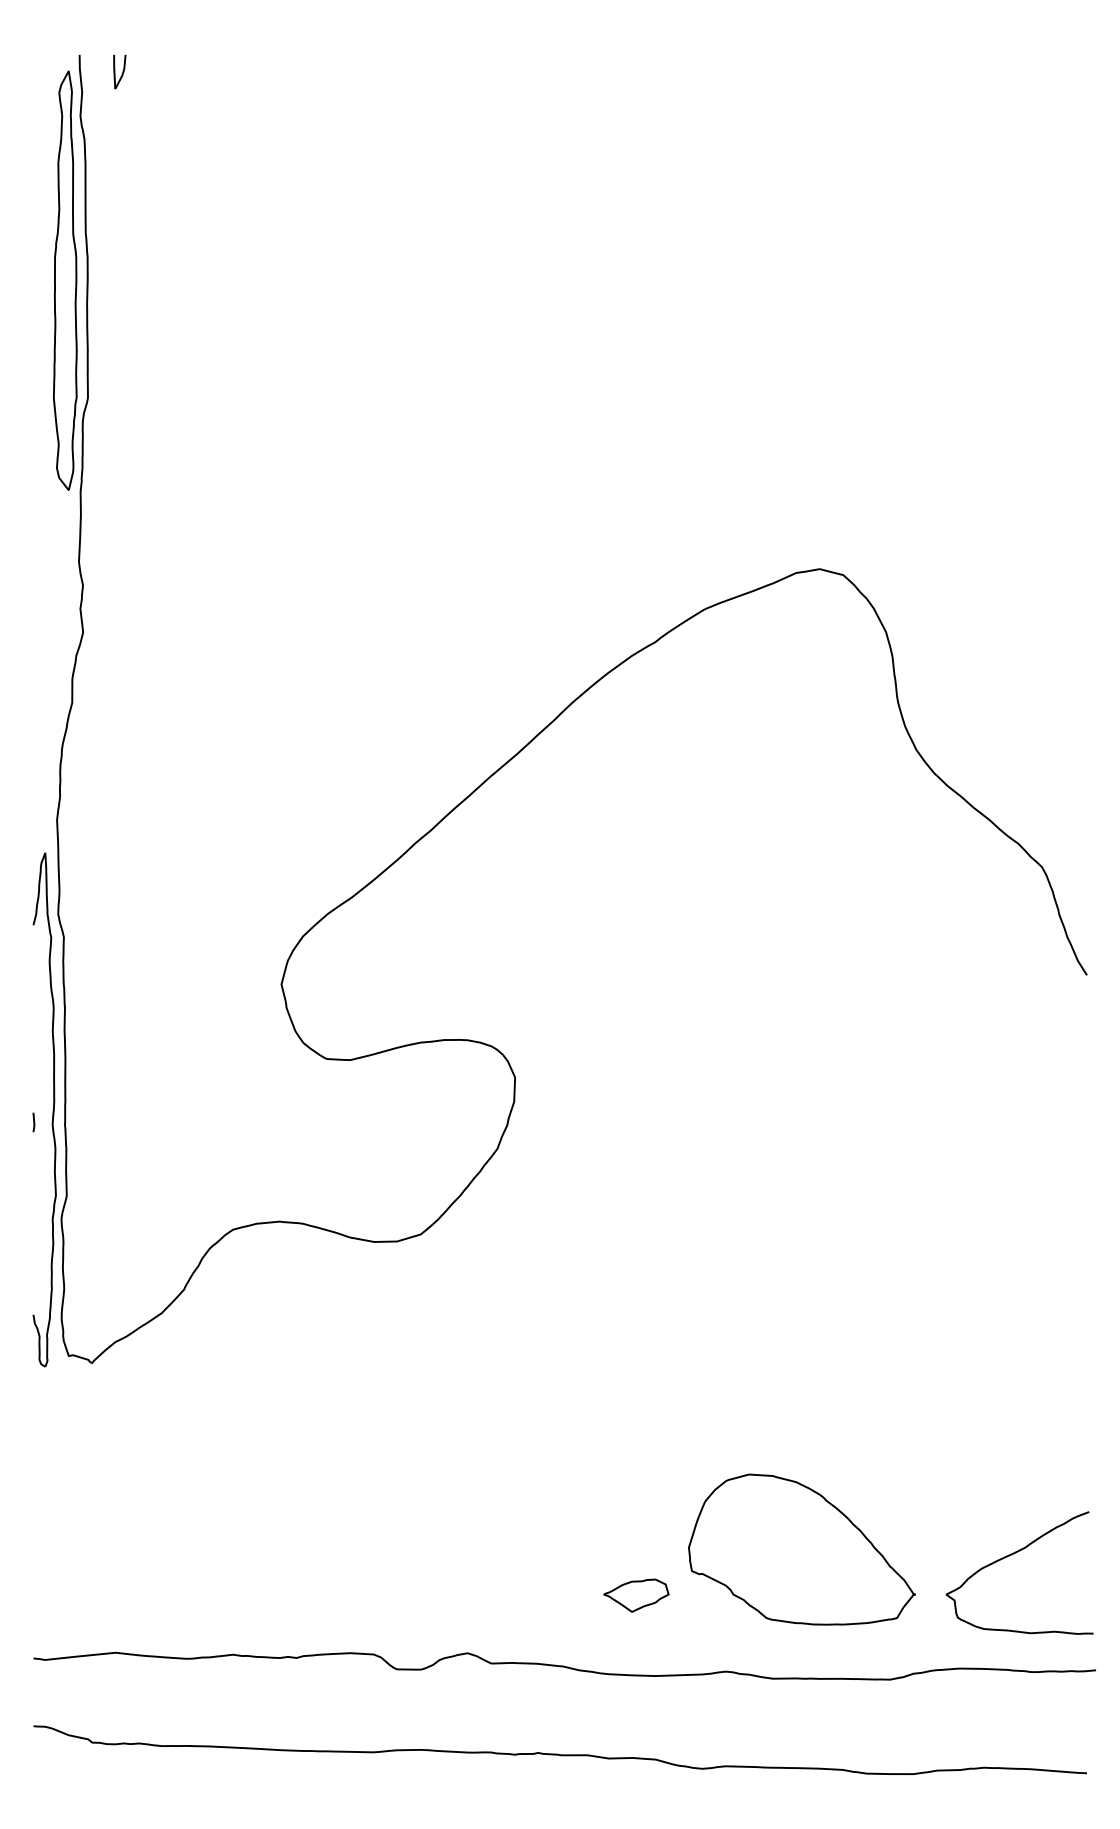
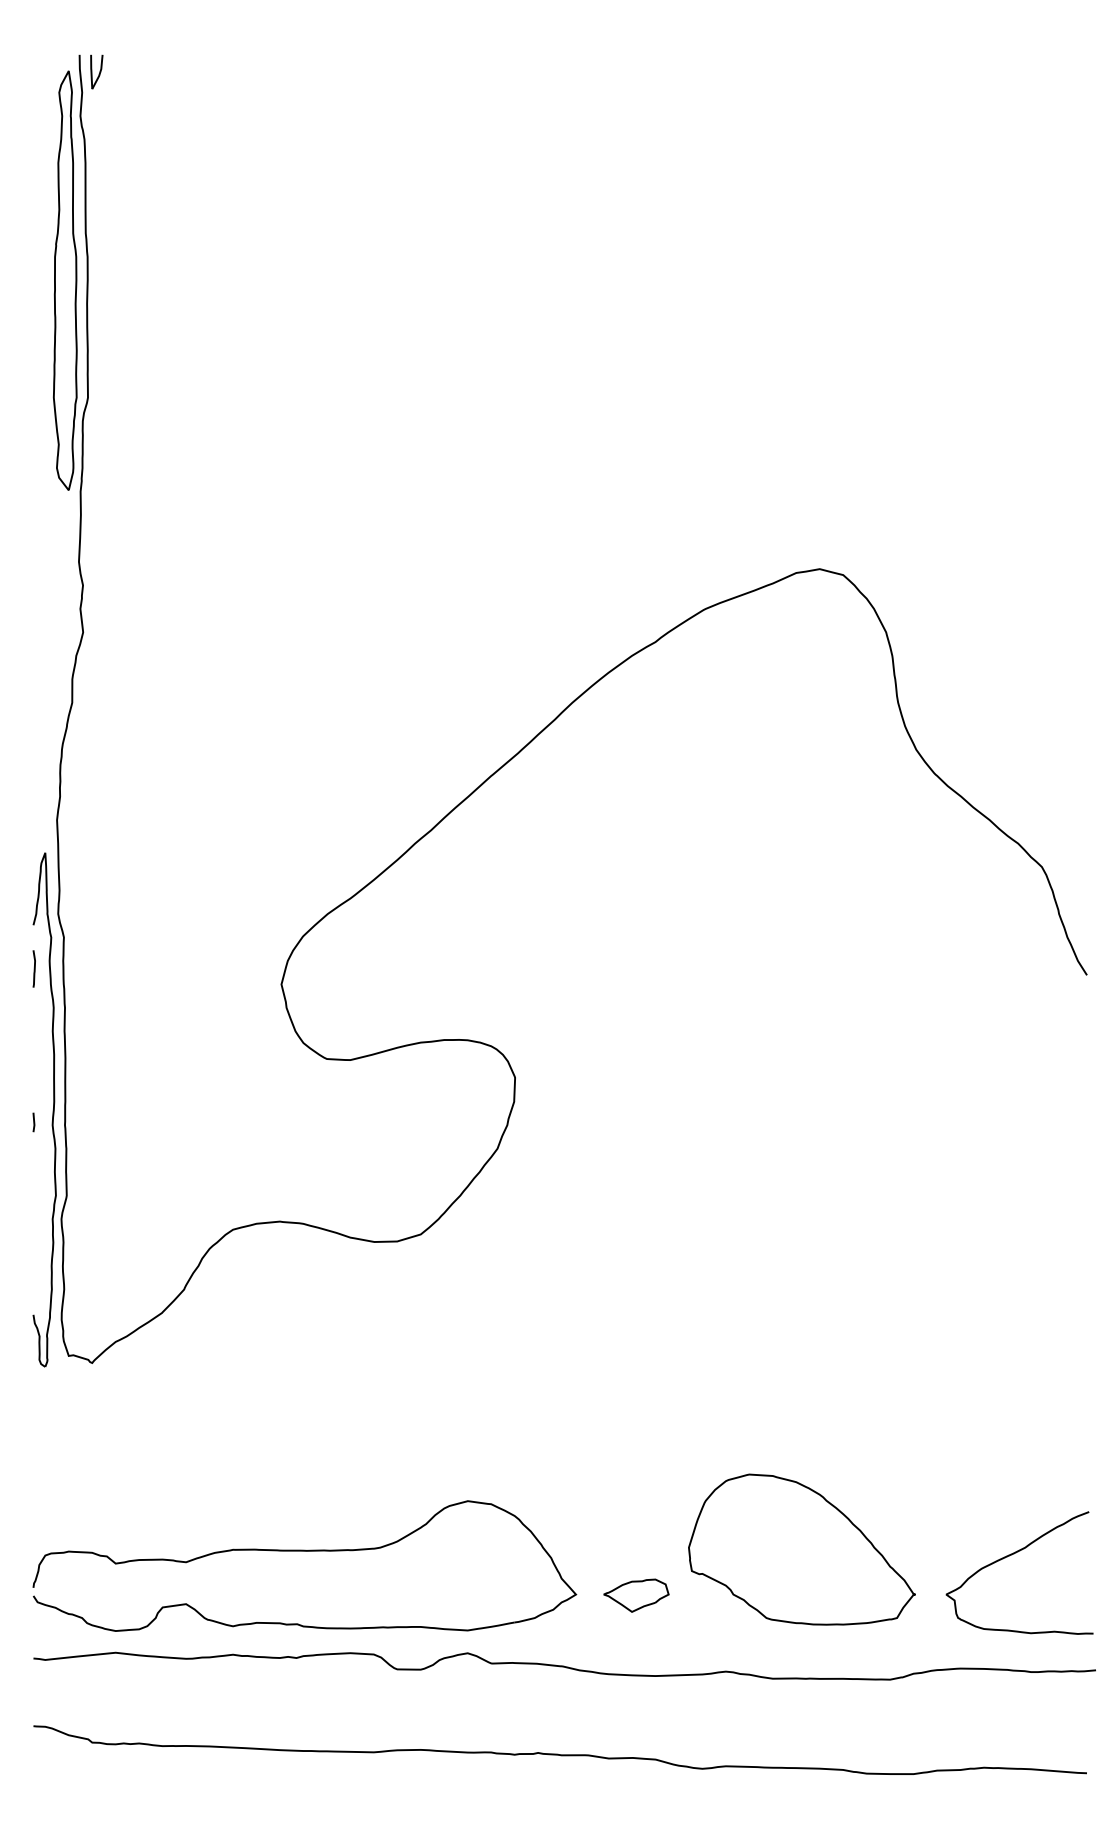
part at (119, 71) position: (119, 71) -> (96, 71)
line at (33, 968): none -> present
part at (304, 1551): none -> present
